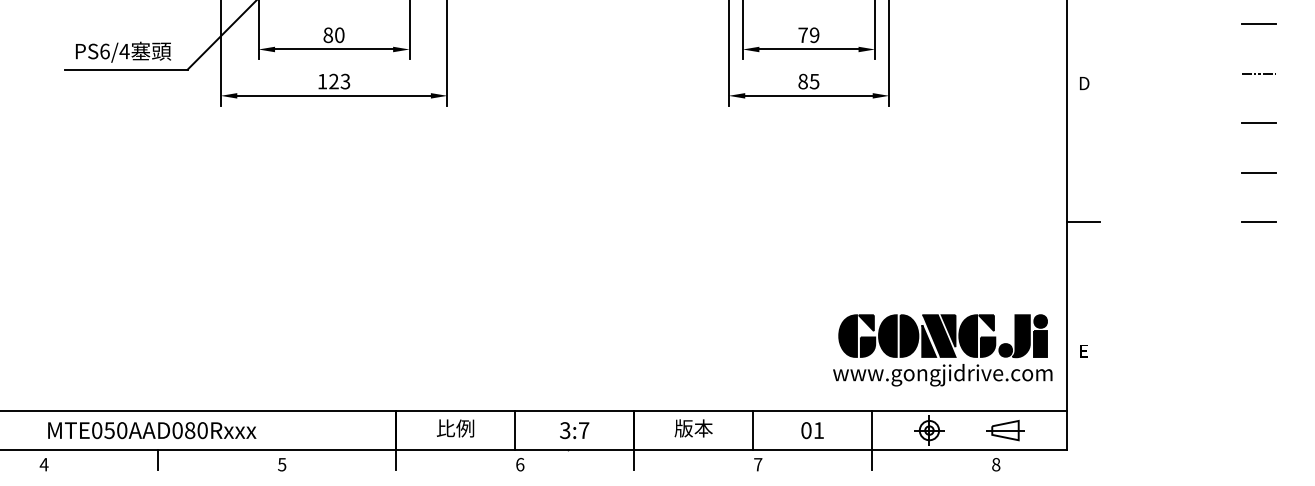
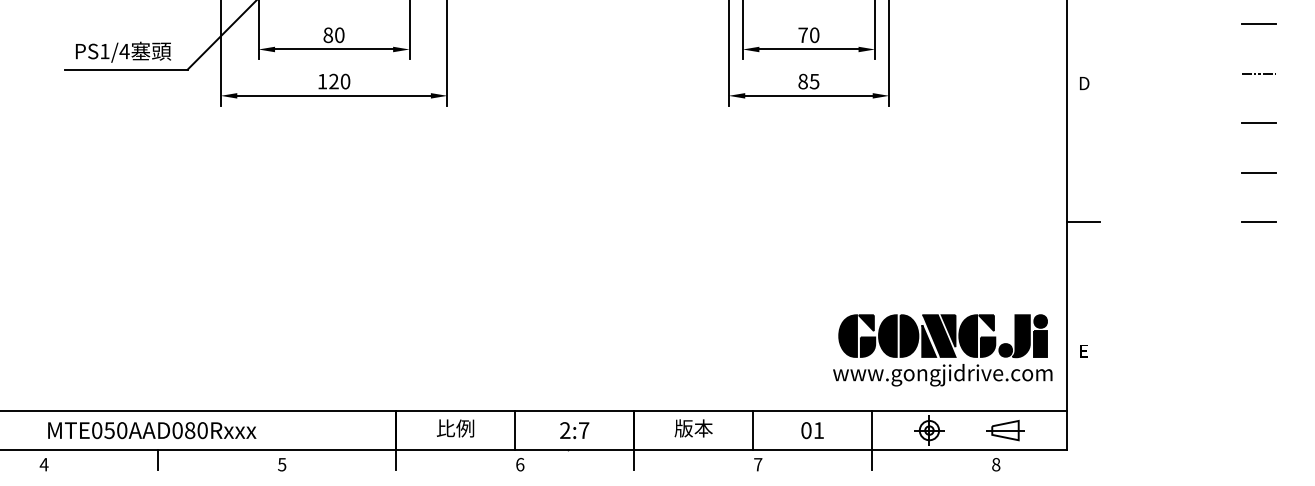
text at (814, 35): 79 -> 70
text at (104, 51): PS6/4 -> PS1/4
text at (345, 81): 123 -> 120
text at (565, 430): 3:7 -> 2:7
